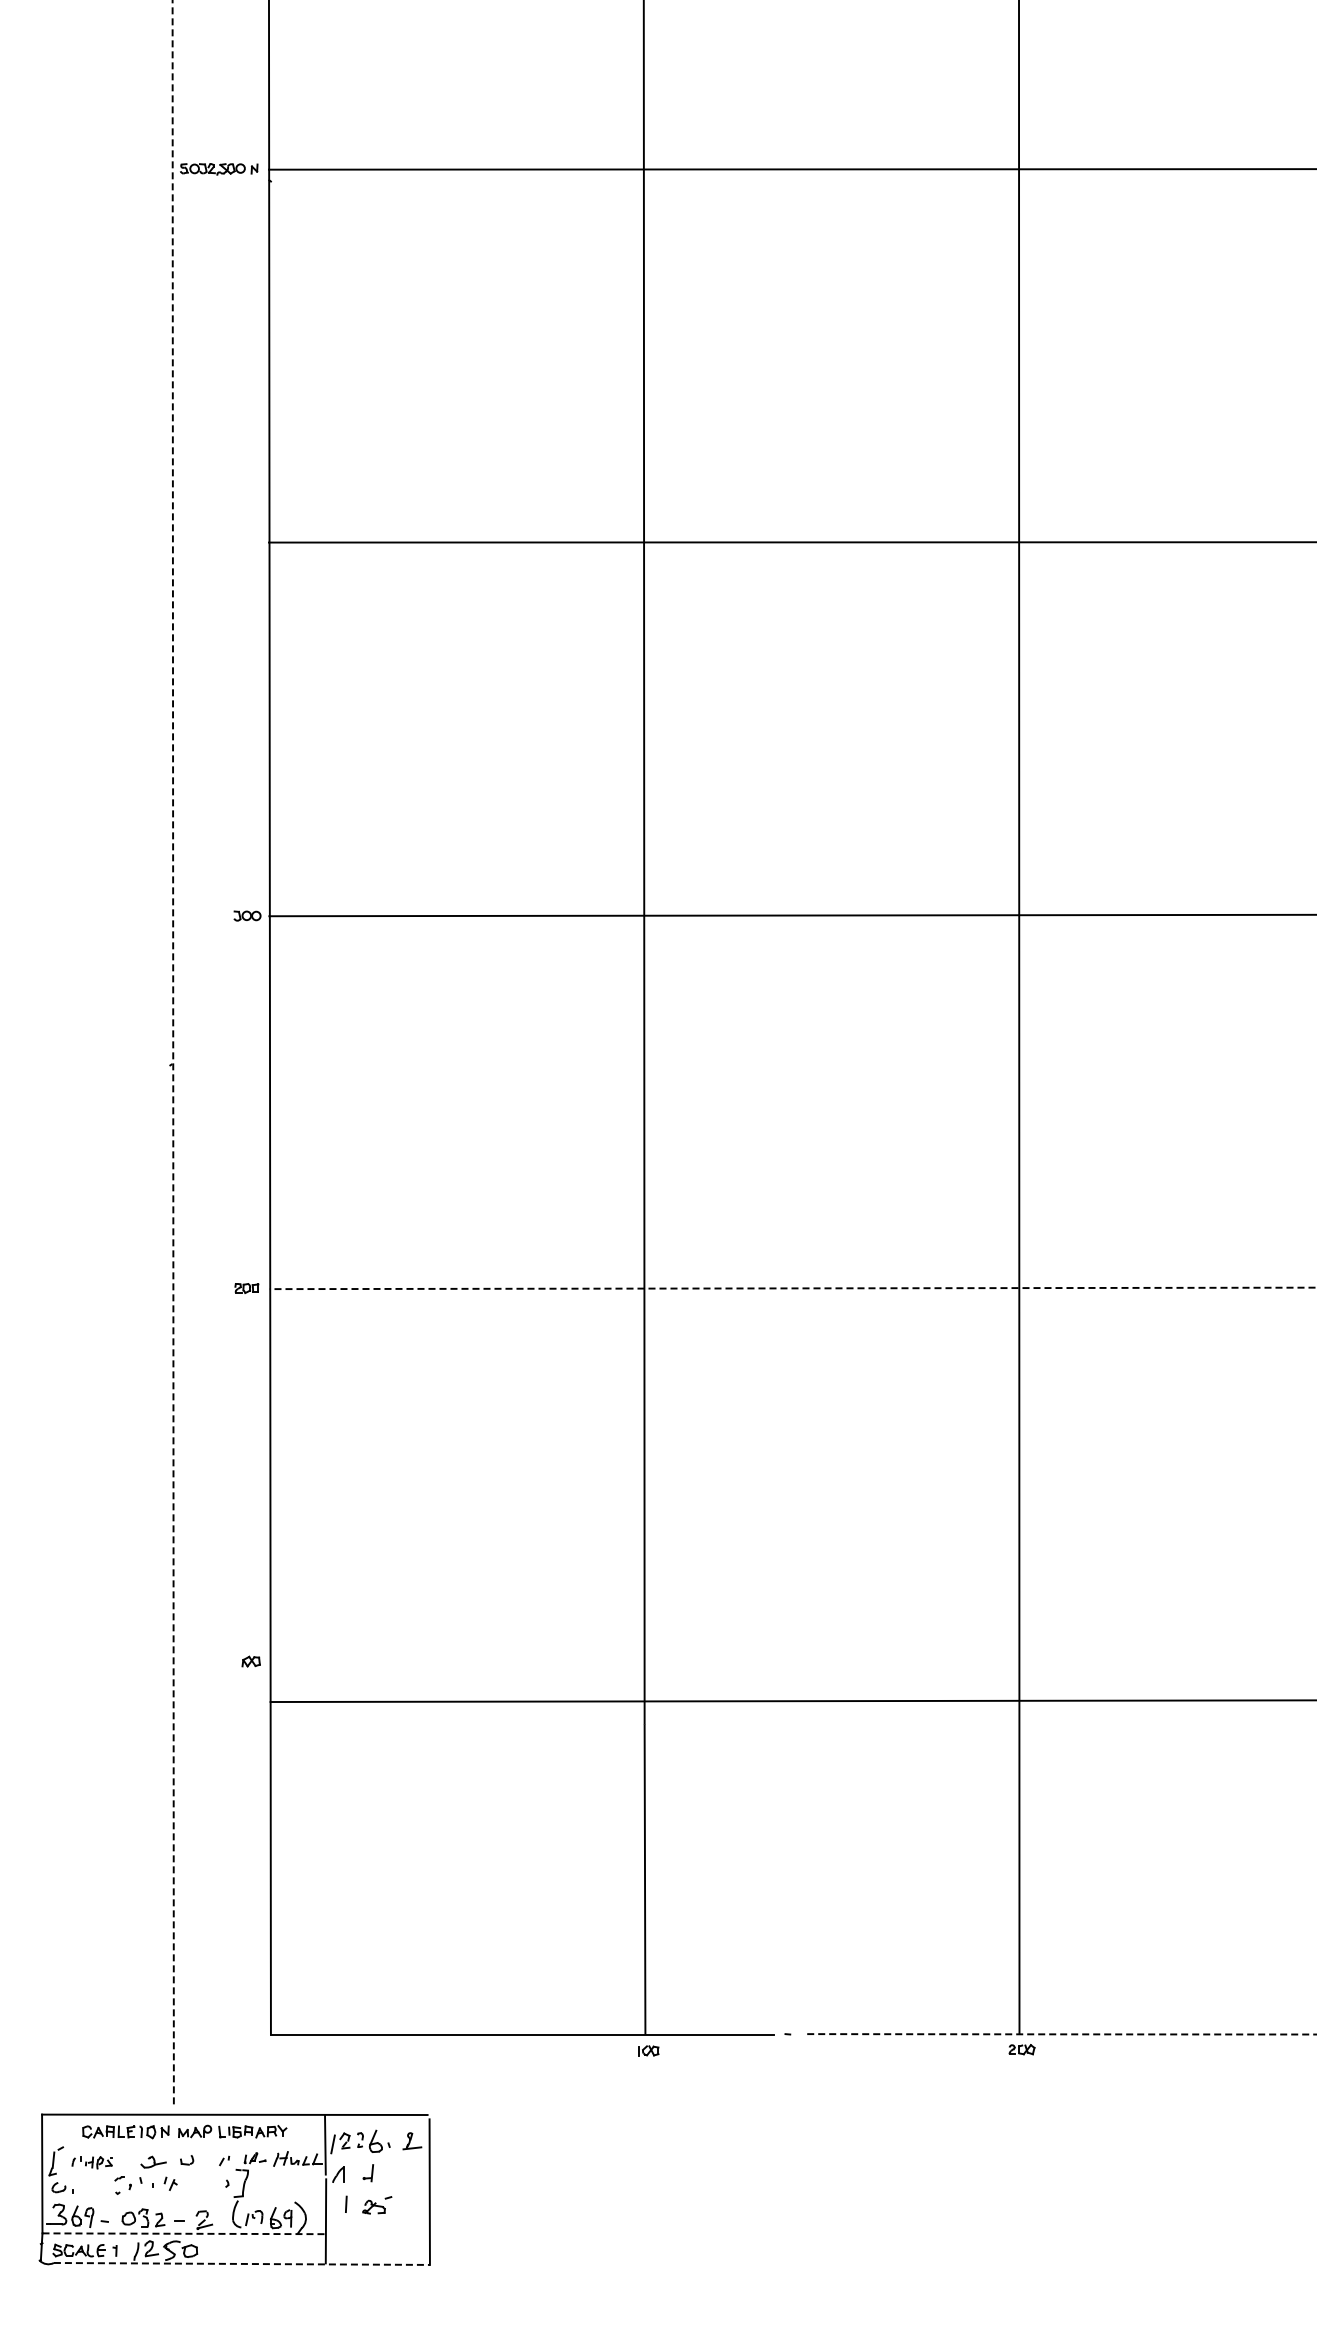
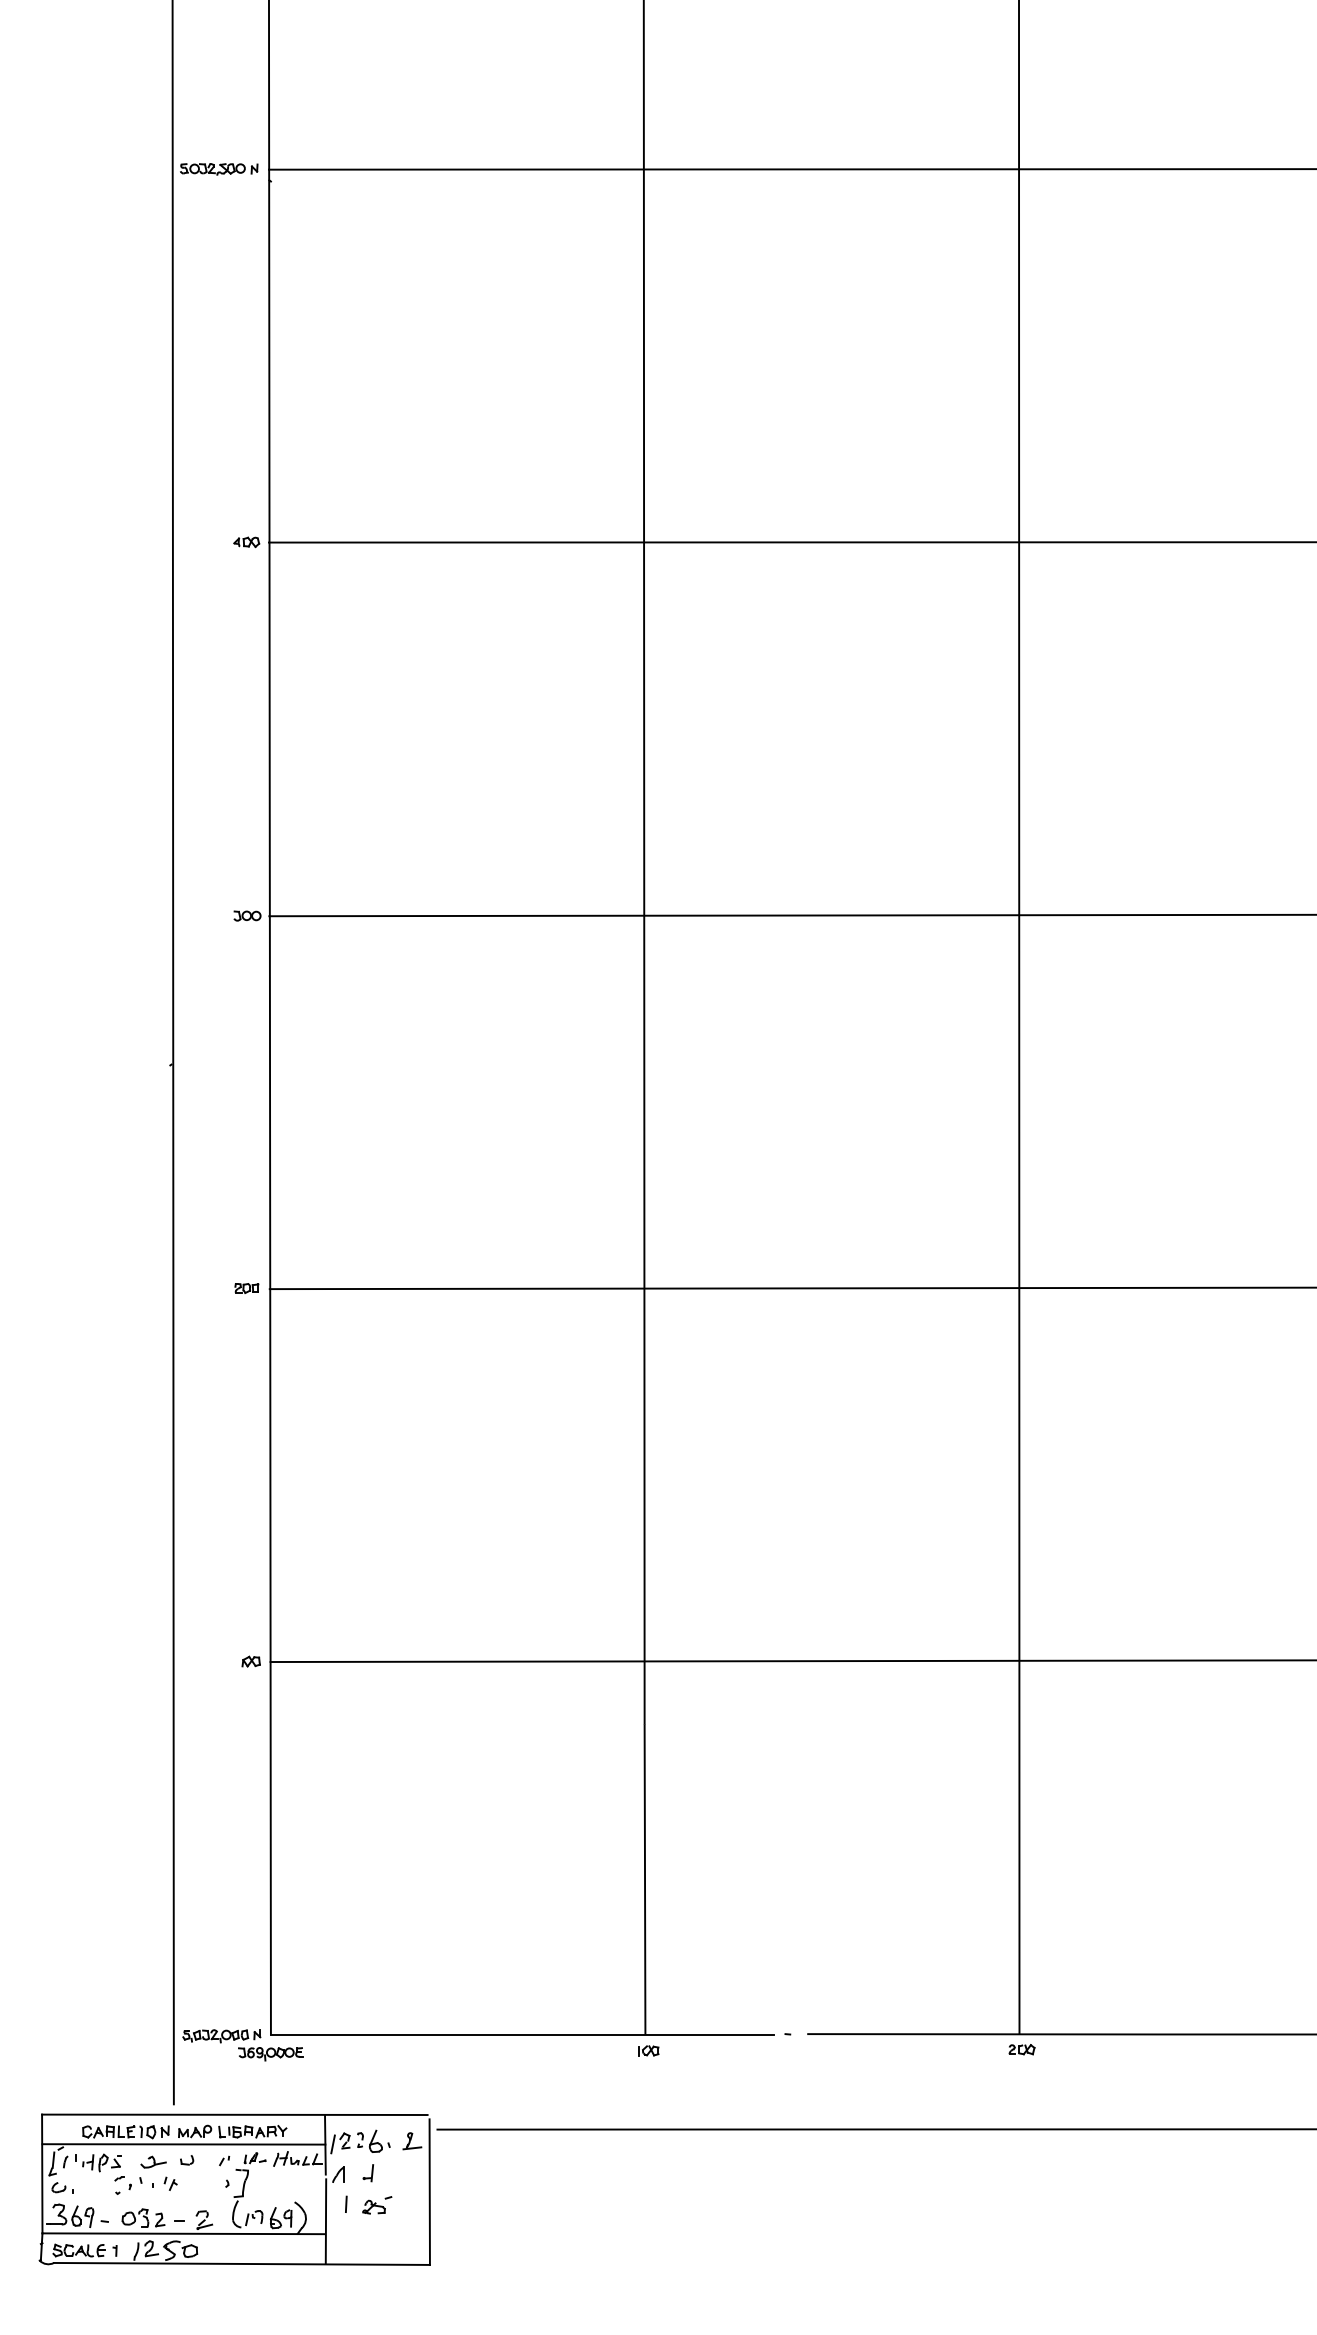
part at (246, 542): none -> present
line at (173, 1052): dashed -> solid
line at (792, 1288): dashed -> solid
line at (791, 1701) position: (791, 1701) -> (791, 1661)
arc at (1061, 2034): dashed -> solid
part at (242, 2045): none -> present
line at (875, 2129): none -> present
line at (183, 2144): none -> present
part at (91, 2162) size: 42x14 px -> 59x20 px
line at (184, 2233): dashed -> solid
line at (242, 2263): dashed -> solid
